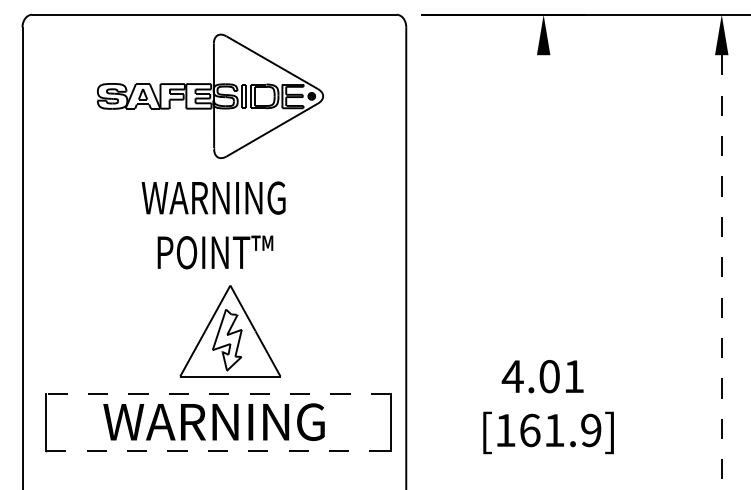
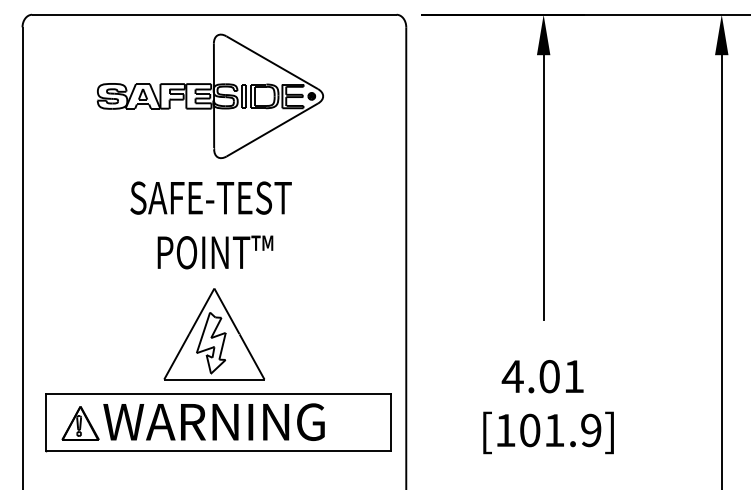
line at (543, 187): none -> present
text at (210, 197): WARNING -> SAFE-TEST
line at (721, 273): dashed -> solid
part at (229, 331) position: (229, 331) -> (213, 334)
line at (218, 393): dashed -> solid
part at (80, 423): none -> present
text at (530, 430): [161.9] -> [101.9]
line at (219, 450): dashed -> solid
